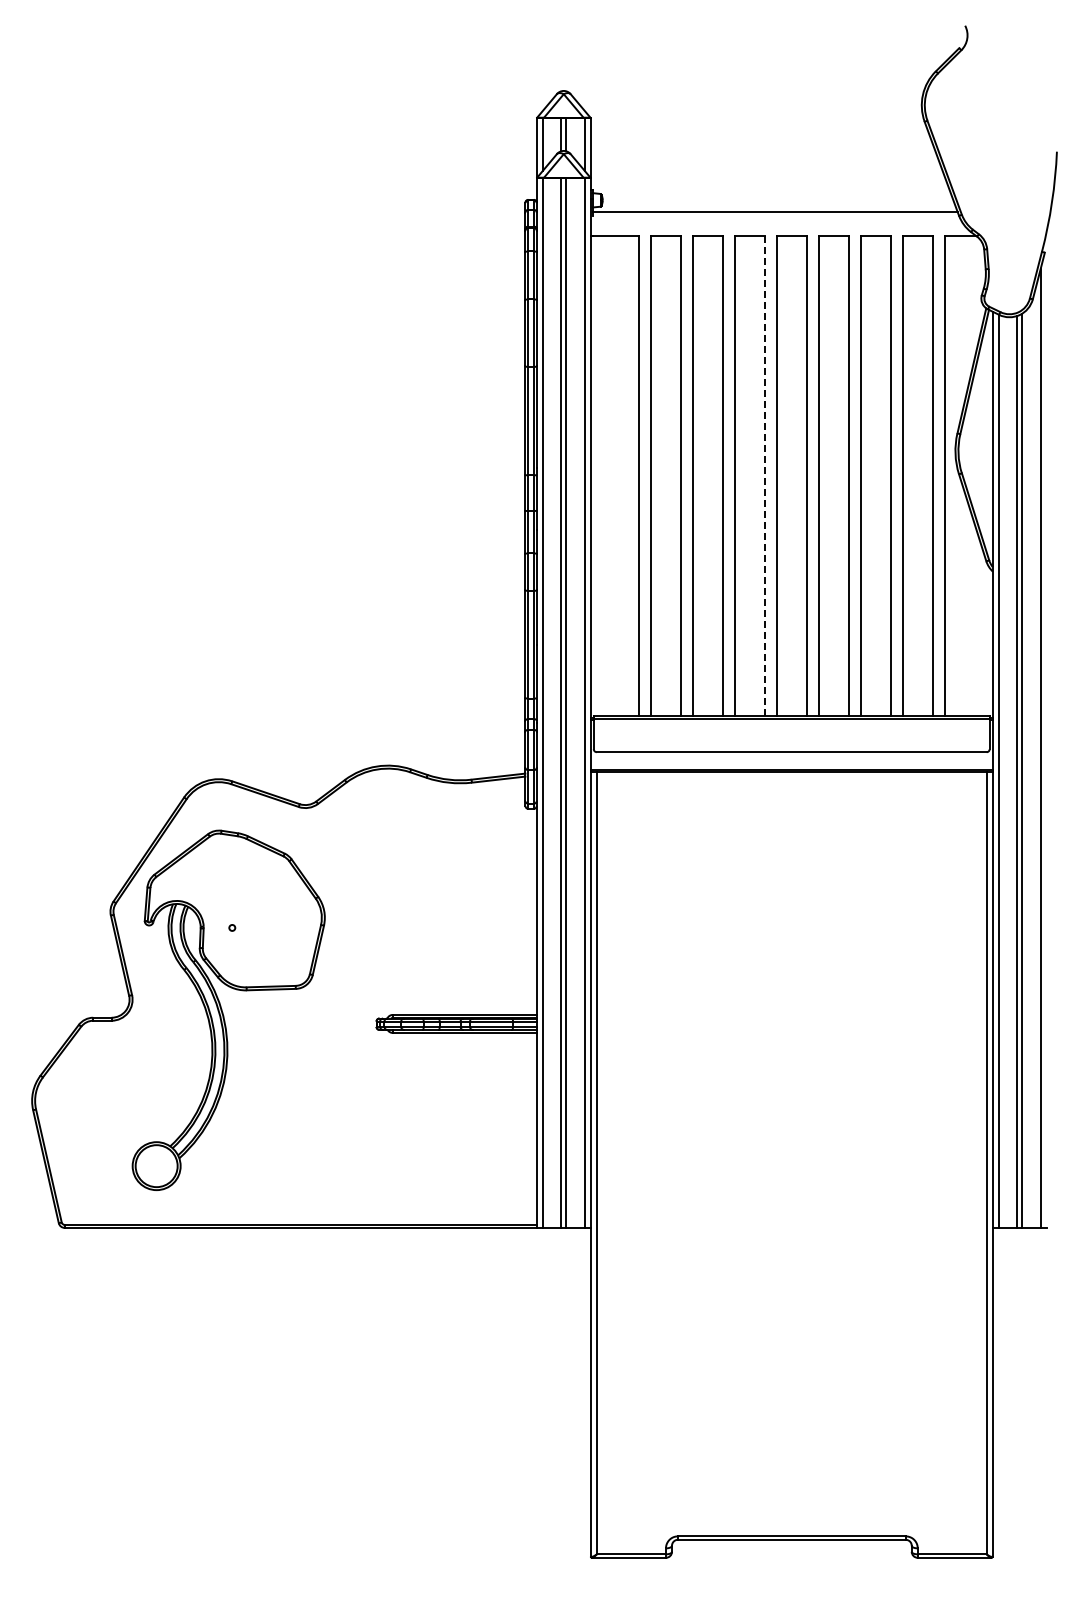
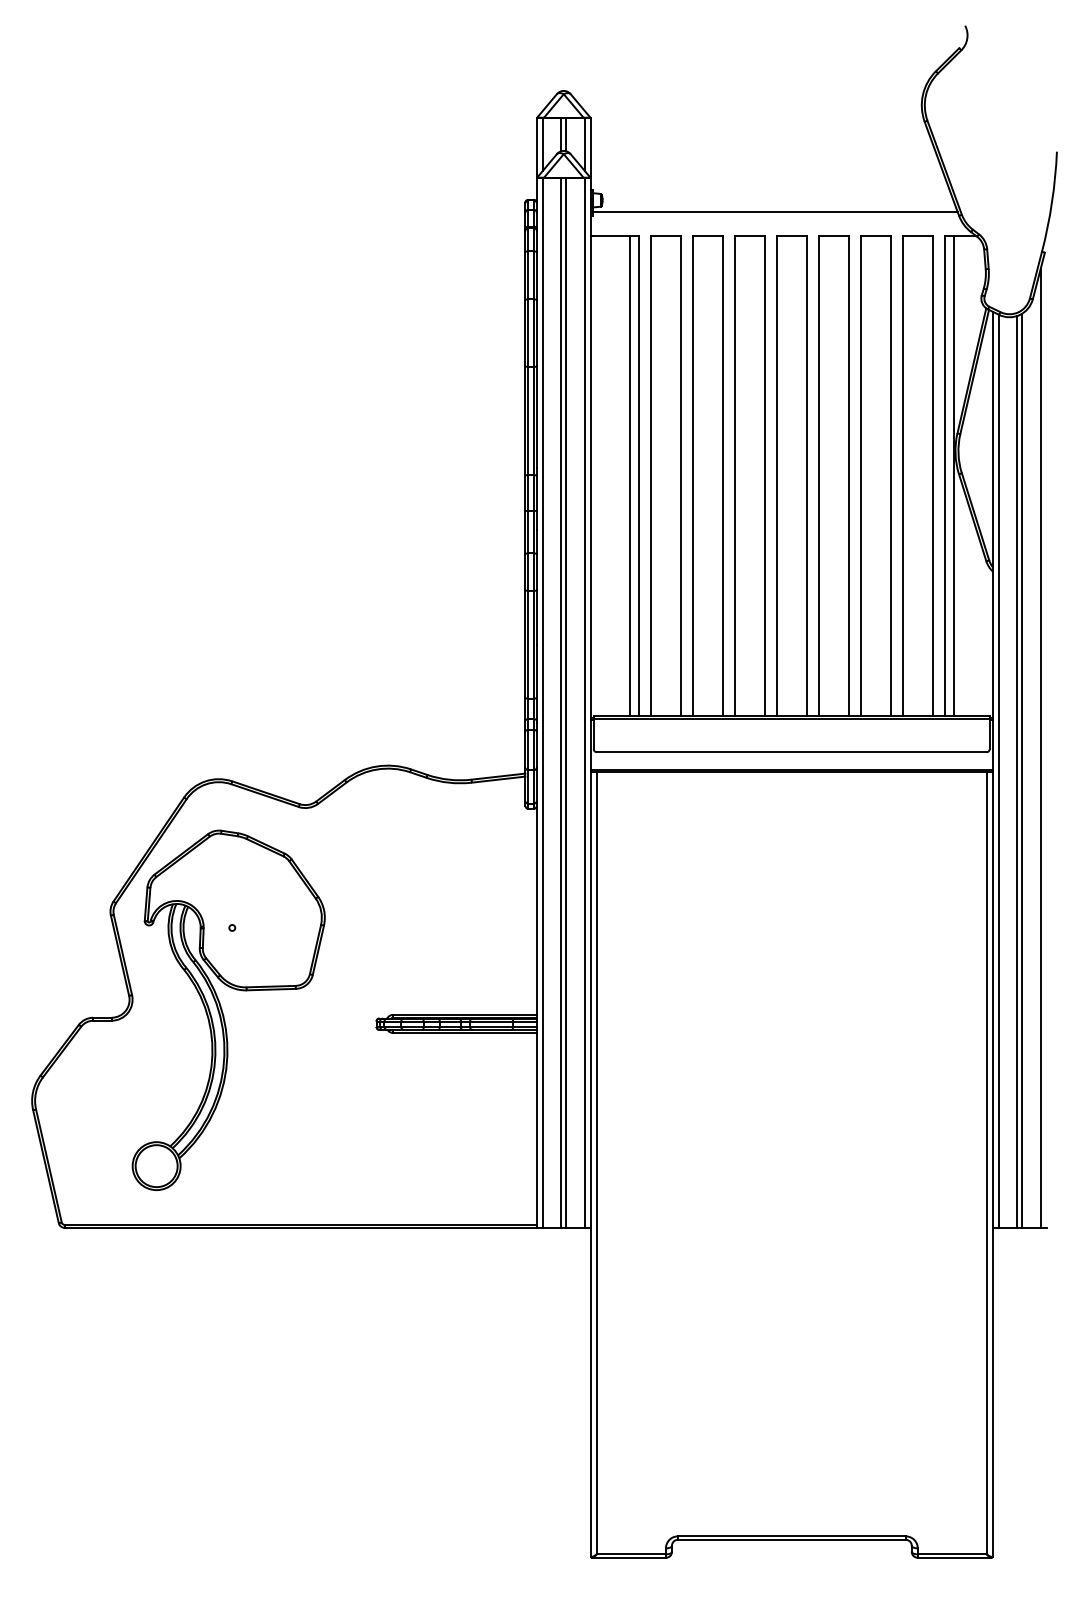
line at (629, 476): none -> present
line at (764, 476): dashed -> solid
line at (953, 476): none -> present
